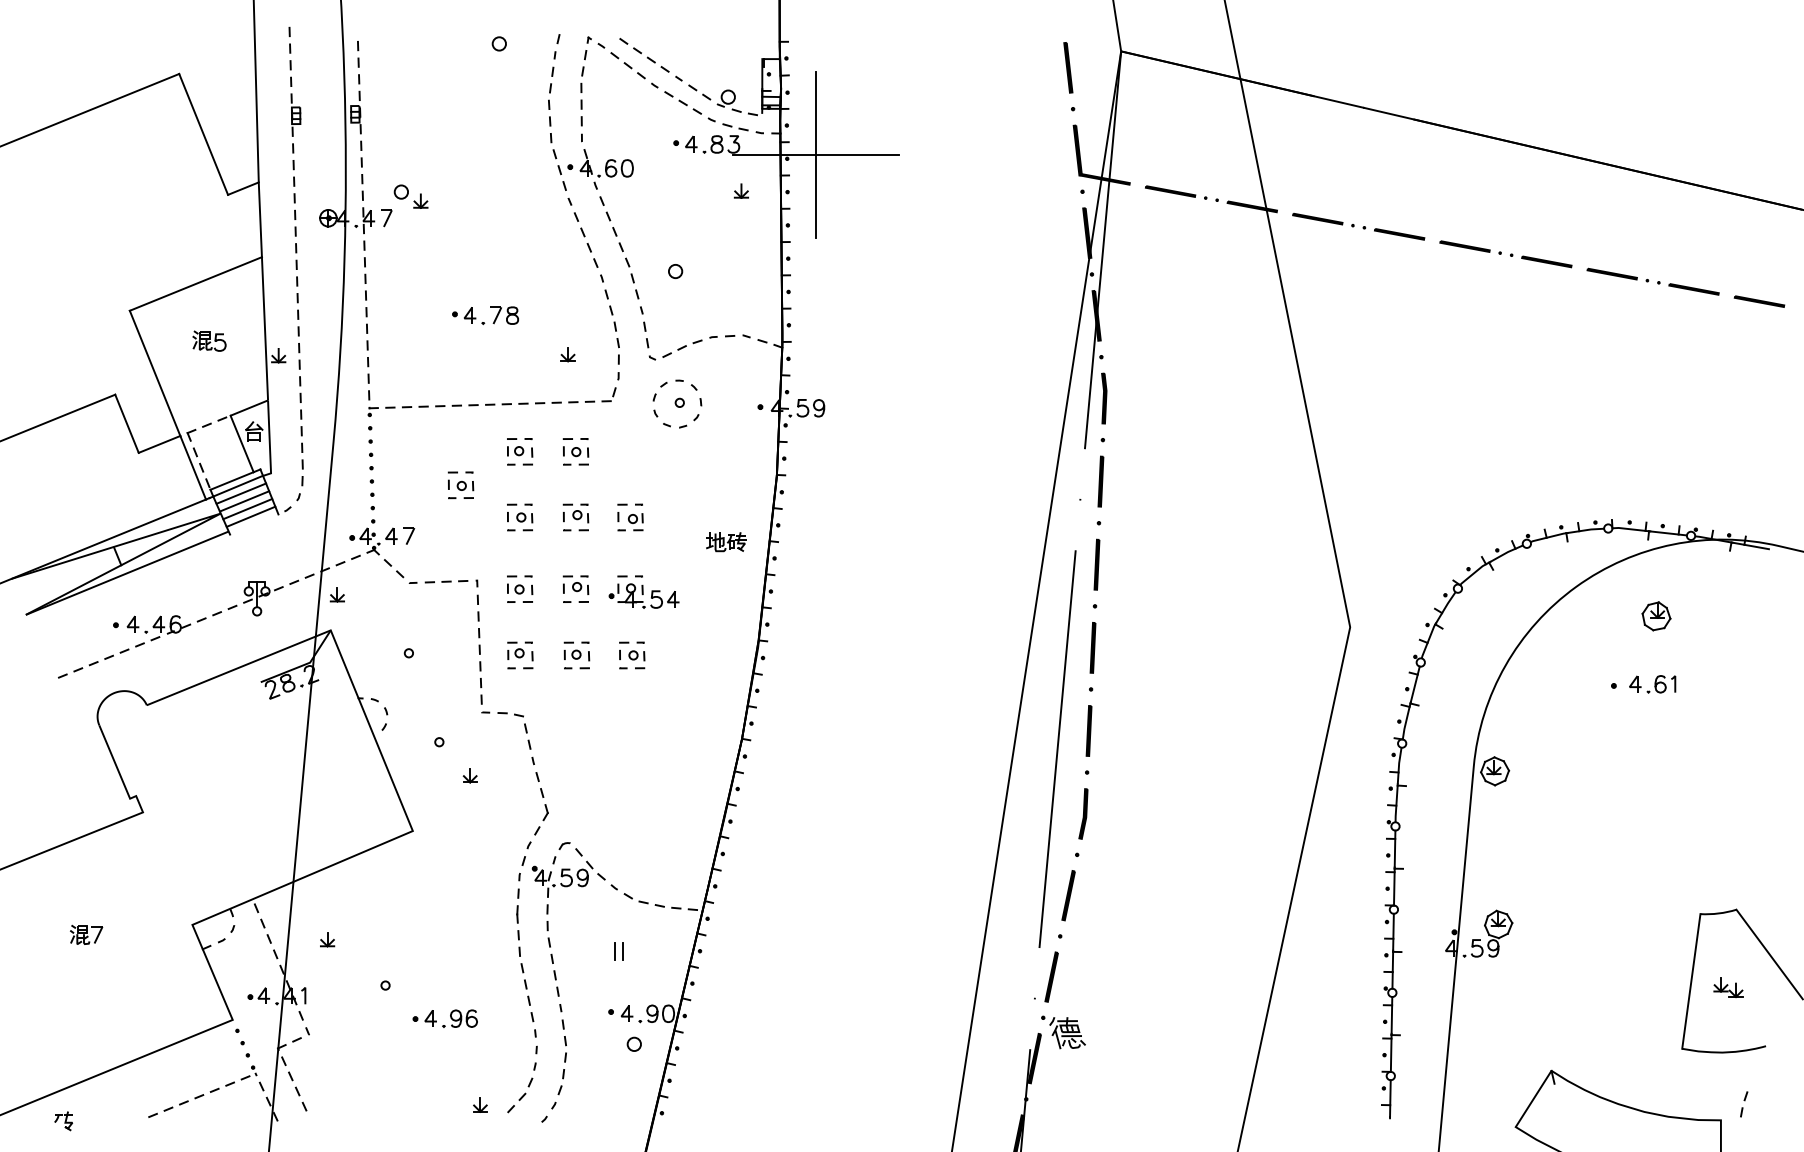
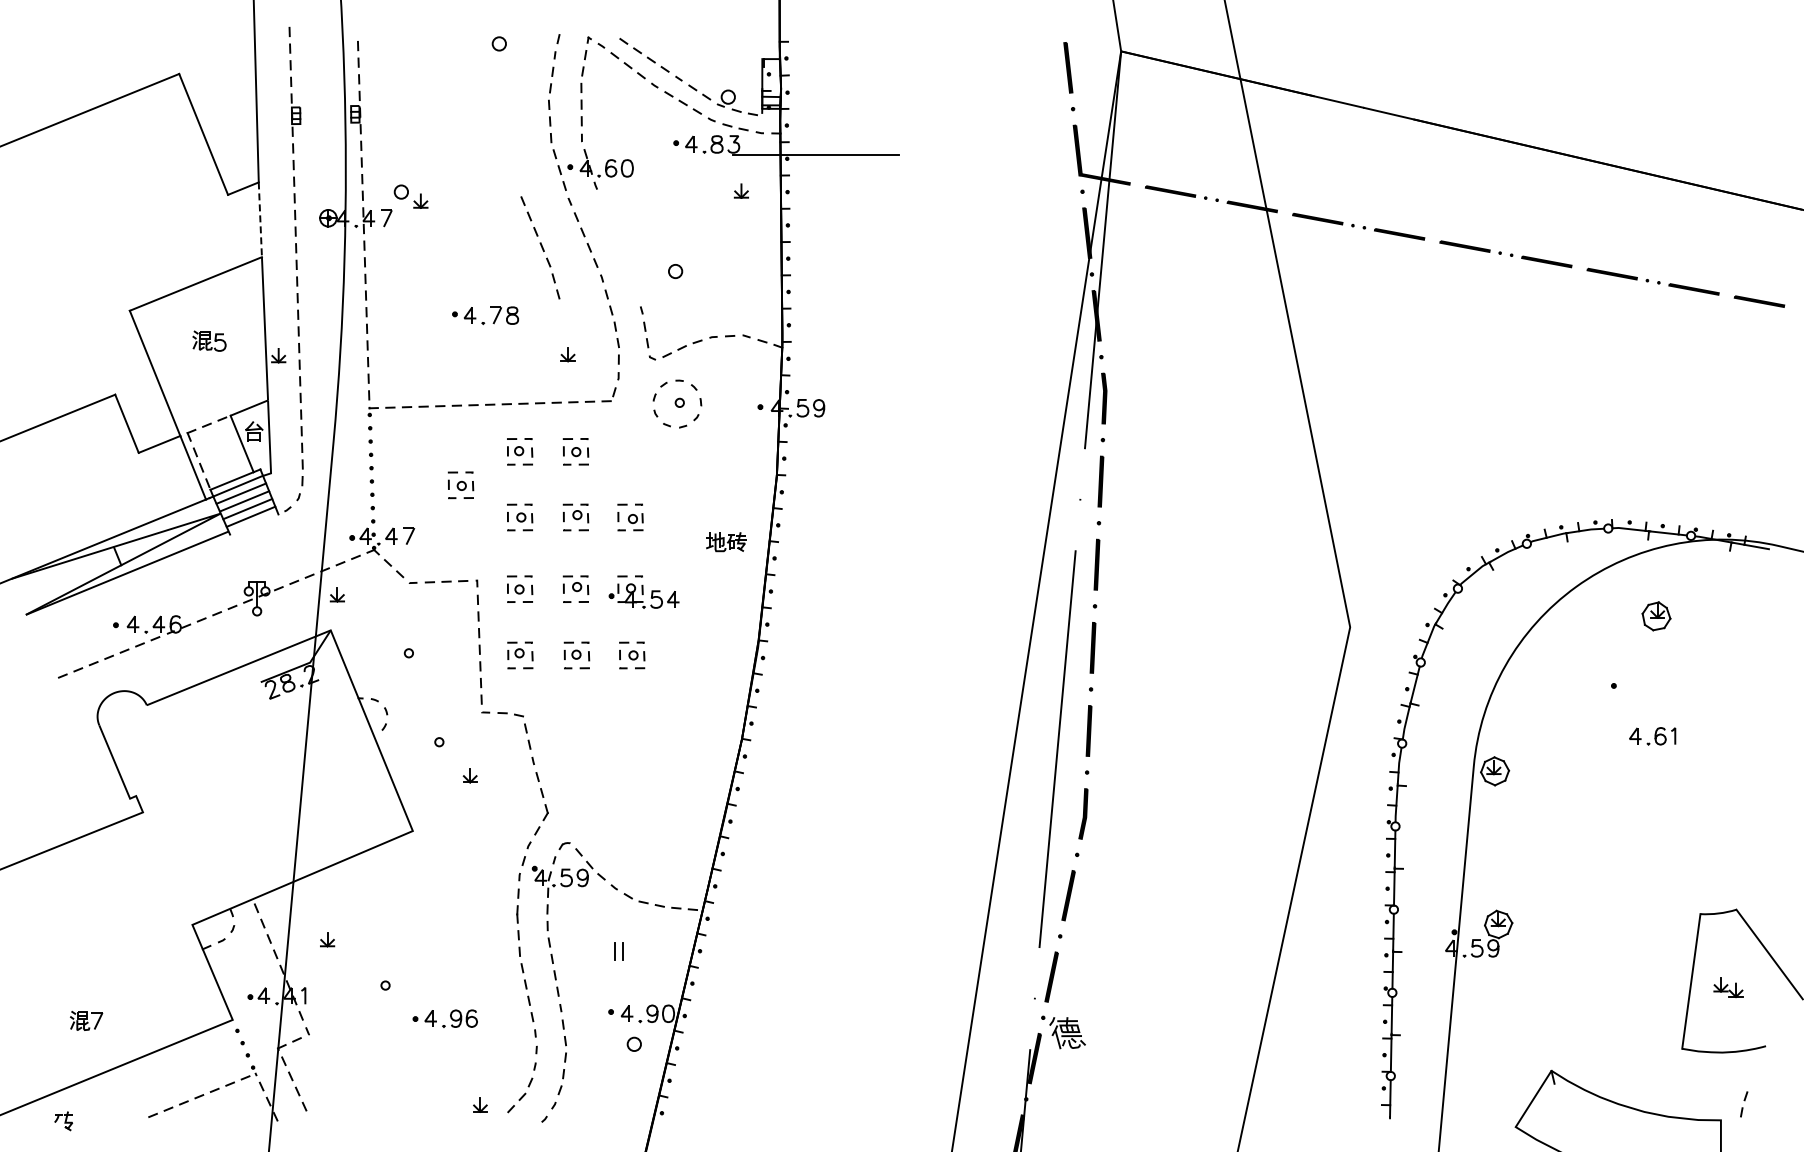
line at (815, 154): present -> none
line at (260, 220): solid -> dashed
part at (619, 247) position: (619, 247) -> (540, 247)
part at (1652, 684) position: (1652, 684) -> (1652, 736)
part at (86, 934) position: (86, 934) -> (86, 1020)
